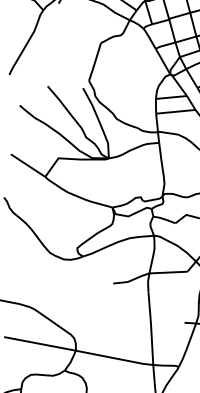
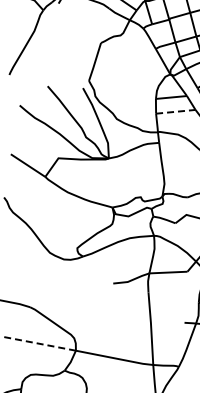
line at (175, 111): solid -> dashed
line at (40, 343): solid -> dashed
